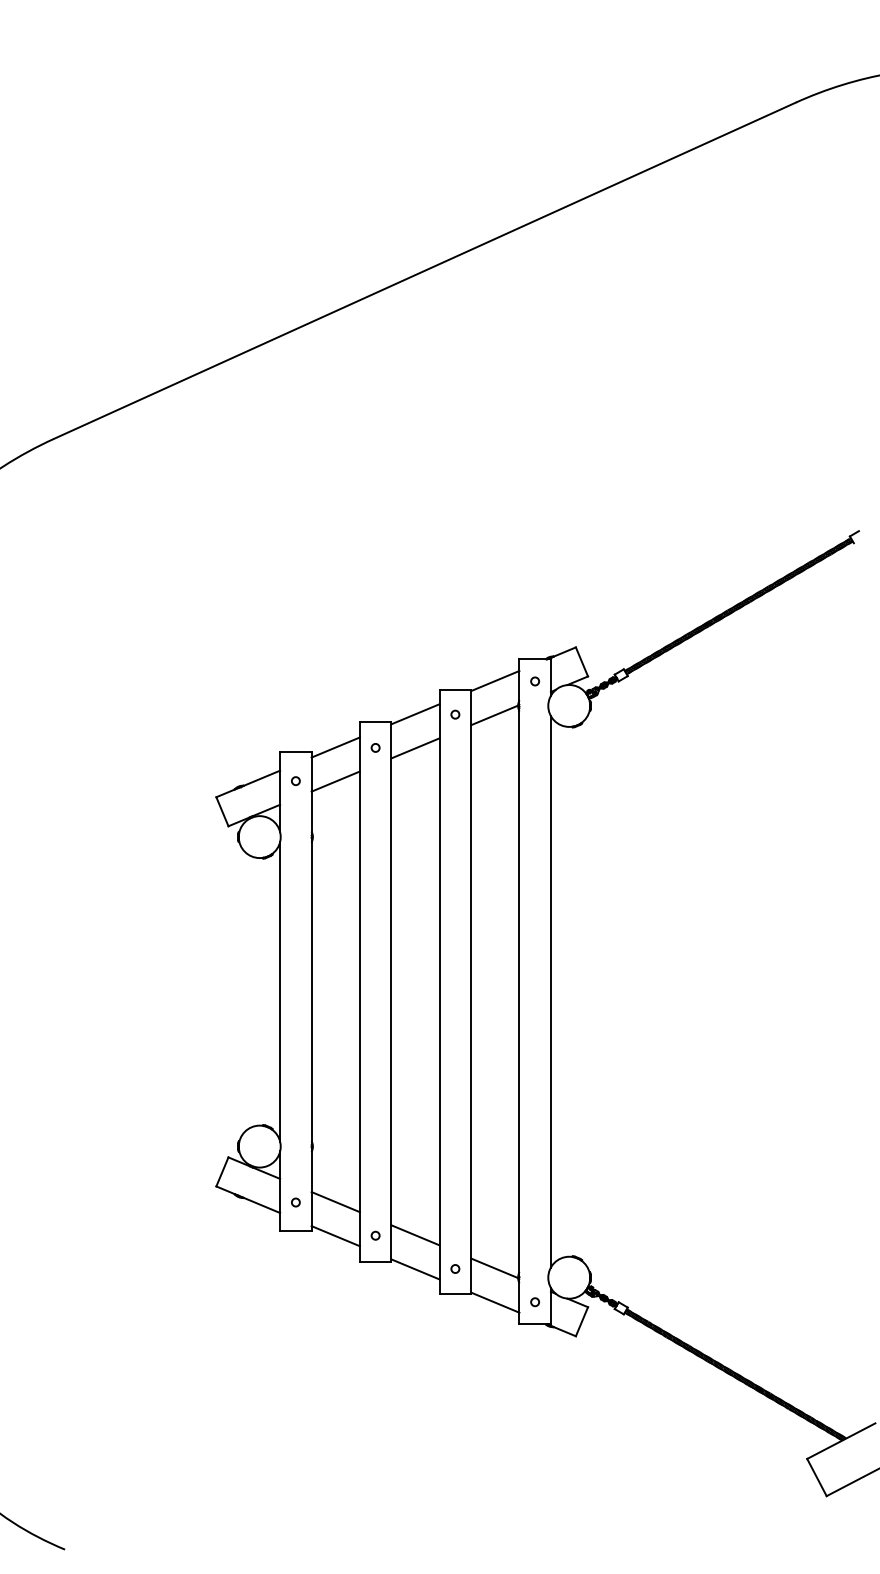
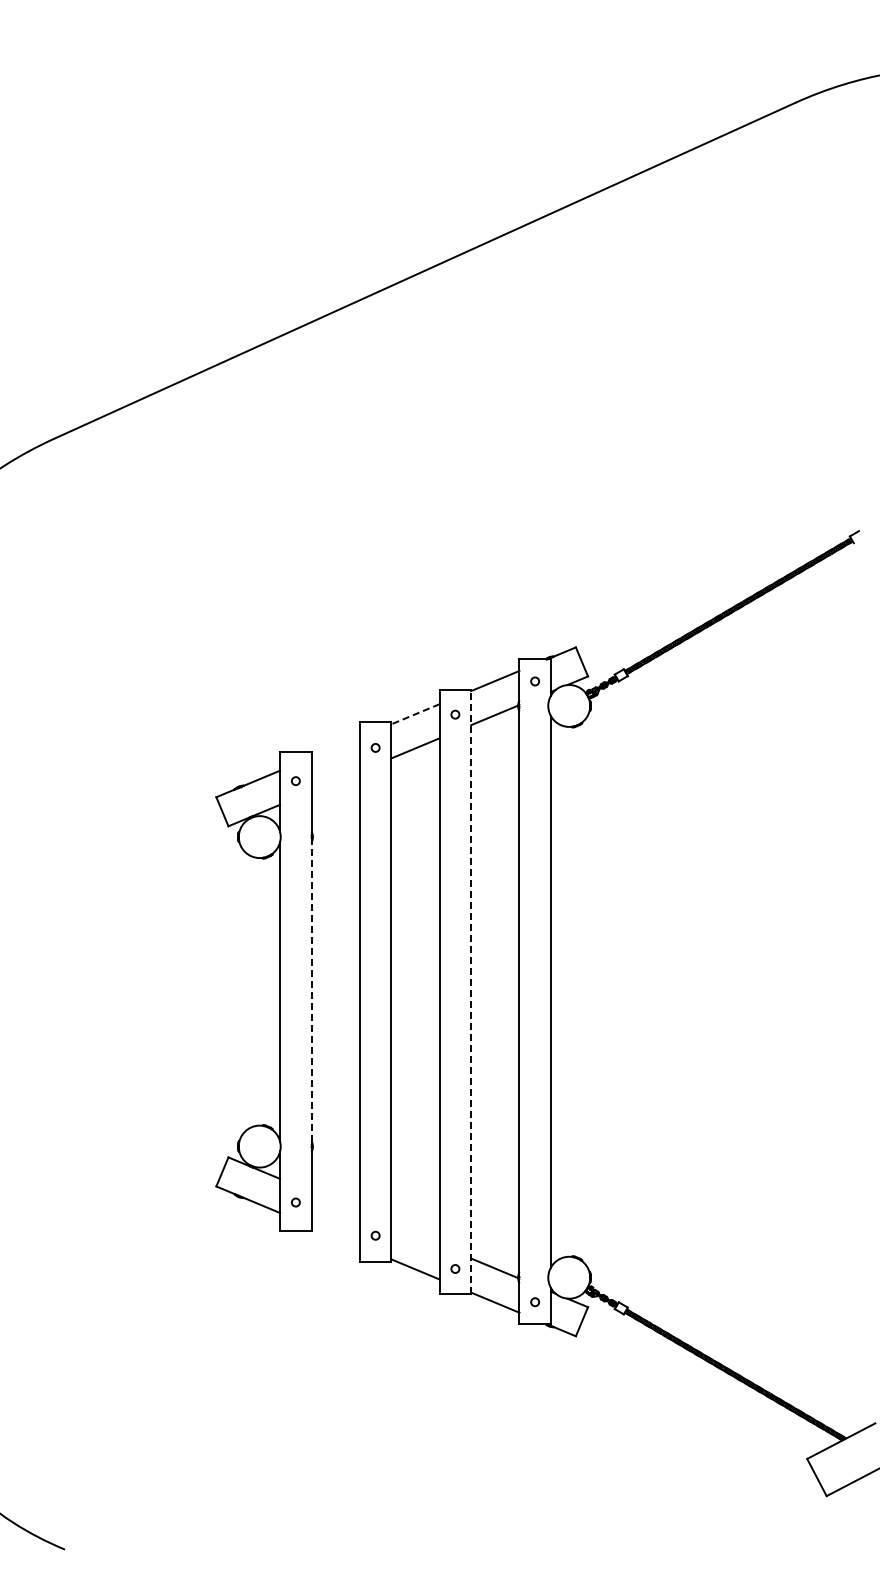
line at (415, 714): solid -> dashed
line at (335, 747): present -> none
line at (335, 781): present -> none
line at (311, 991): solid -> dashed
line at (471, 991): solid -> dashed
line at (335, 1202): present -> none
line at (415, 1235): present -> none
line at (335, 1236): present -> none
